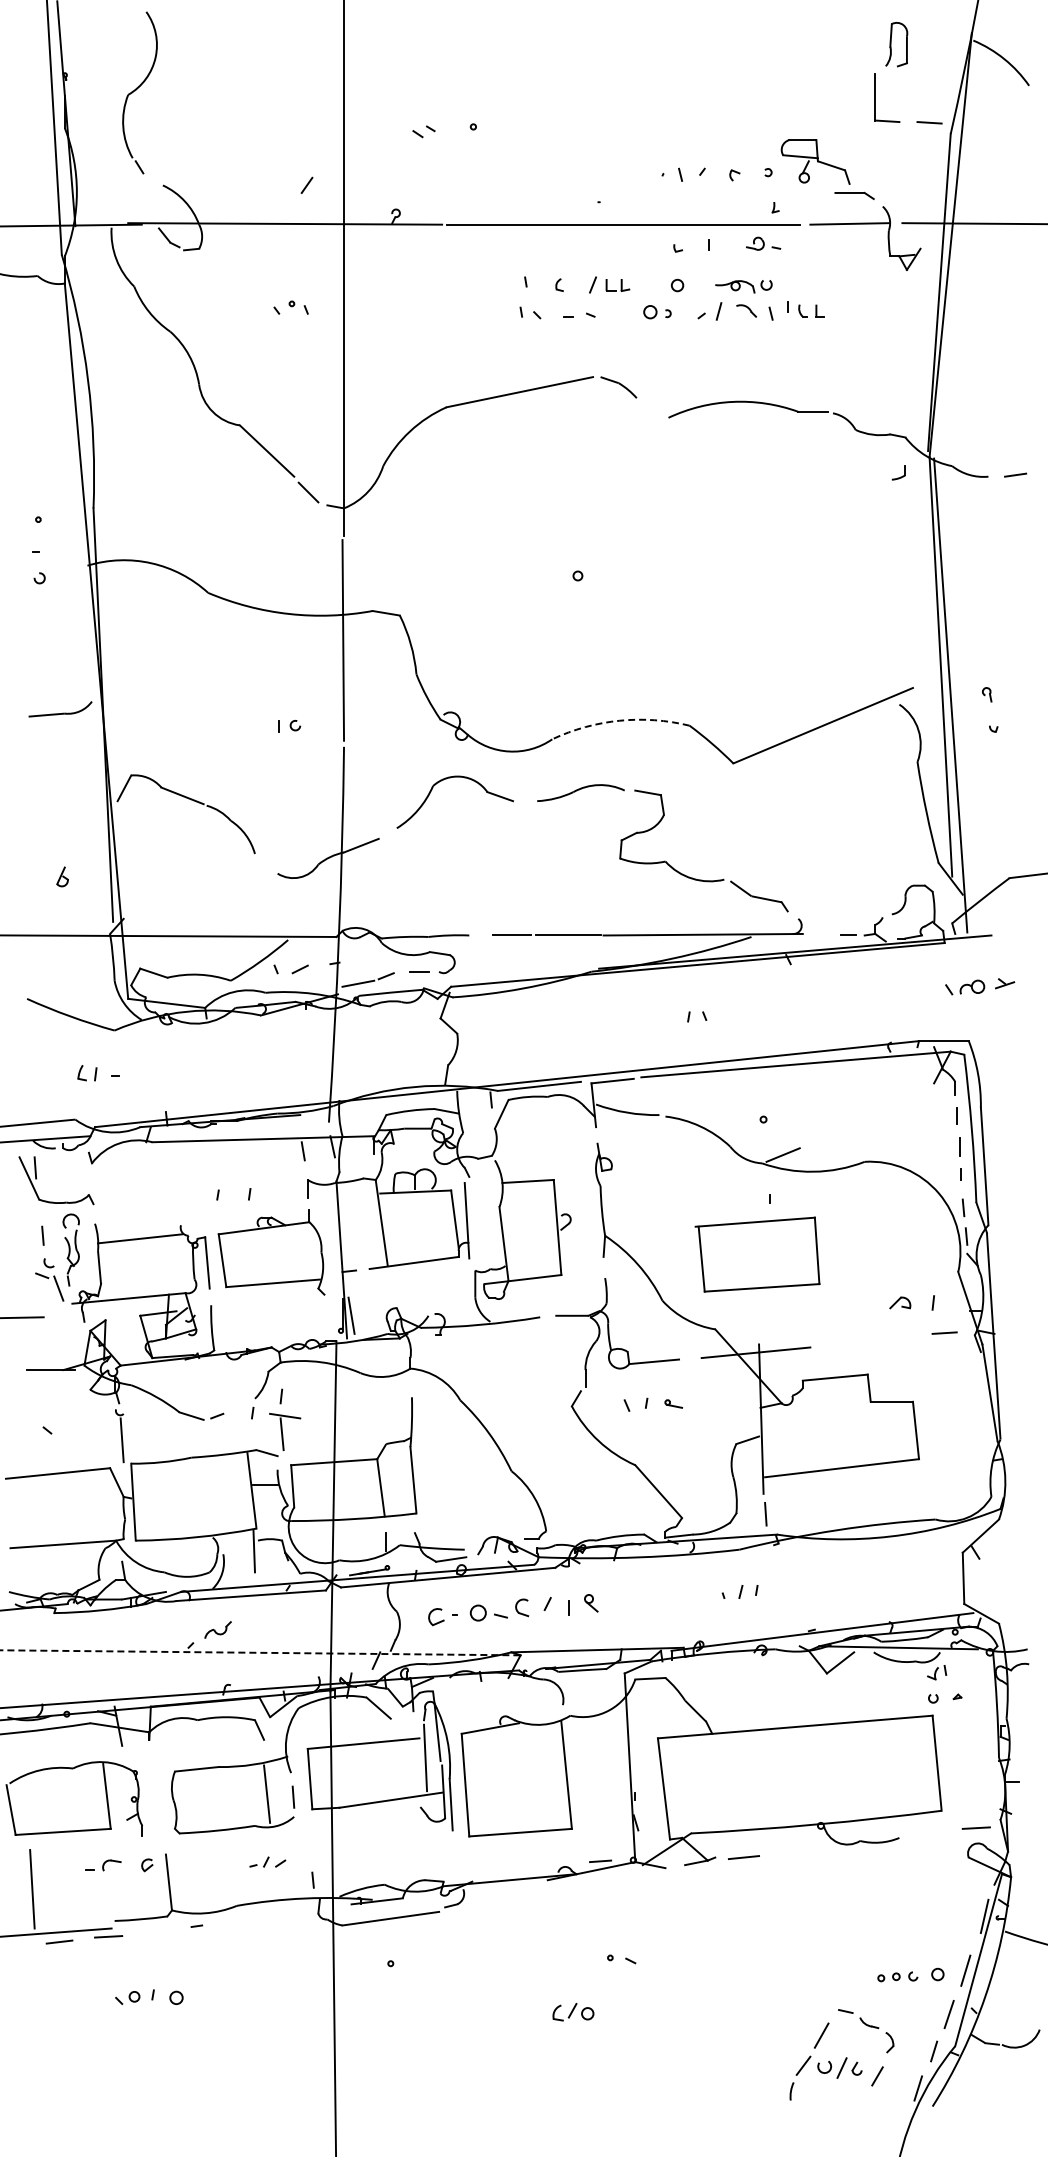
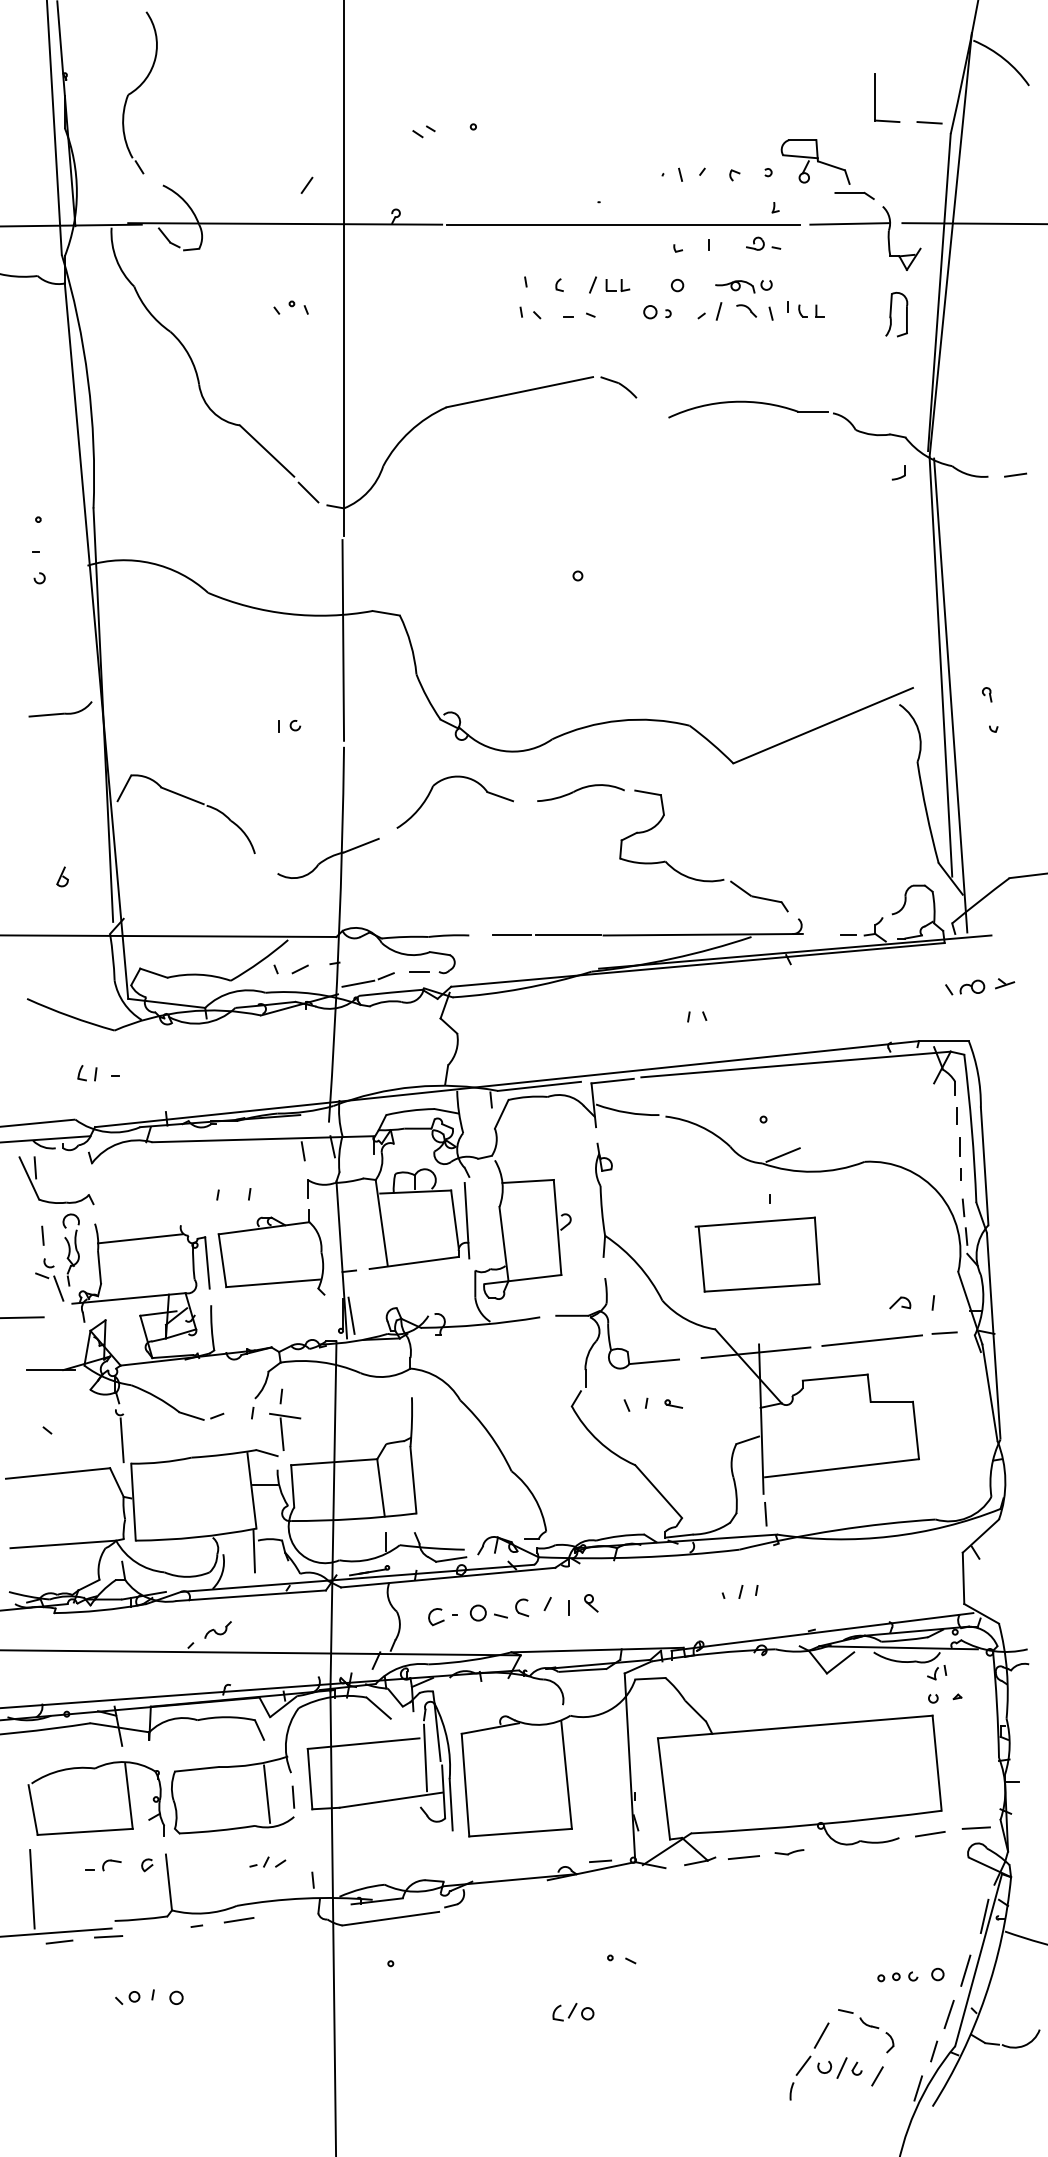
part at (896, 44) position: (896, 44) -> (896, 314)
arc at (619, 720): dashed -> solid
line at (871, 1340): none -> present
line at (260, 1652): dashed -> solid
part at (73, 1769) position: (73, 1769) -> (95, 1769)
line at (930, 1833): none -> present
part at (789, 1852): none -> present
line at (238, 1919): none -> present
